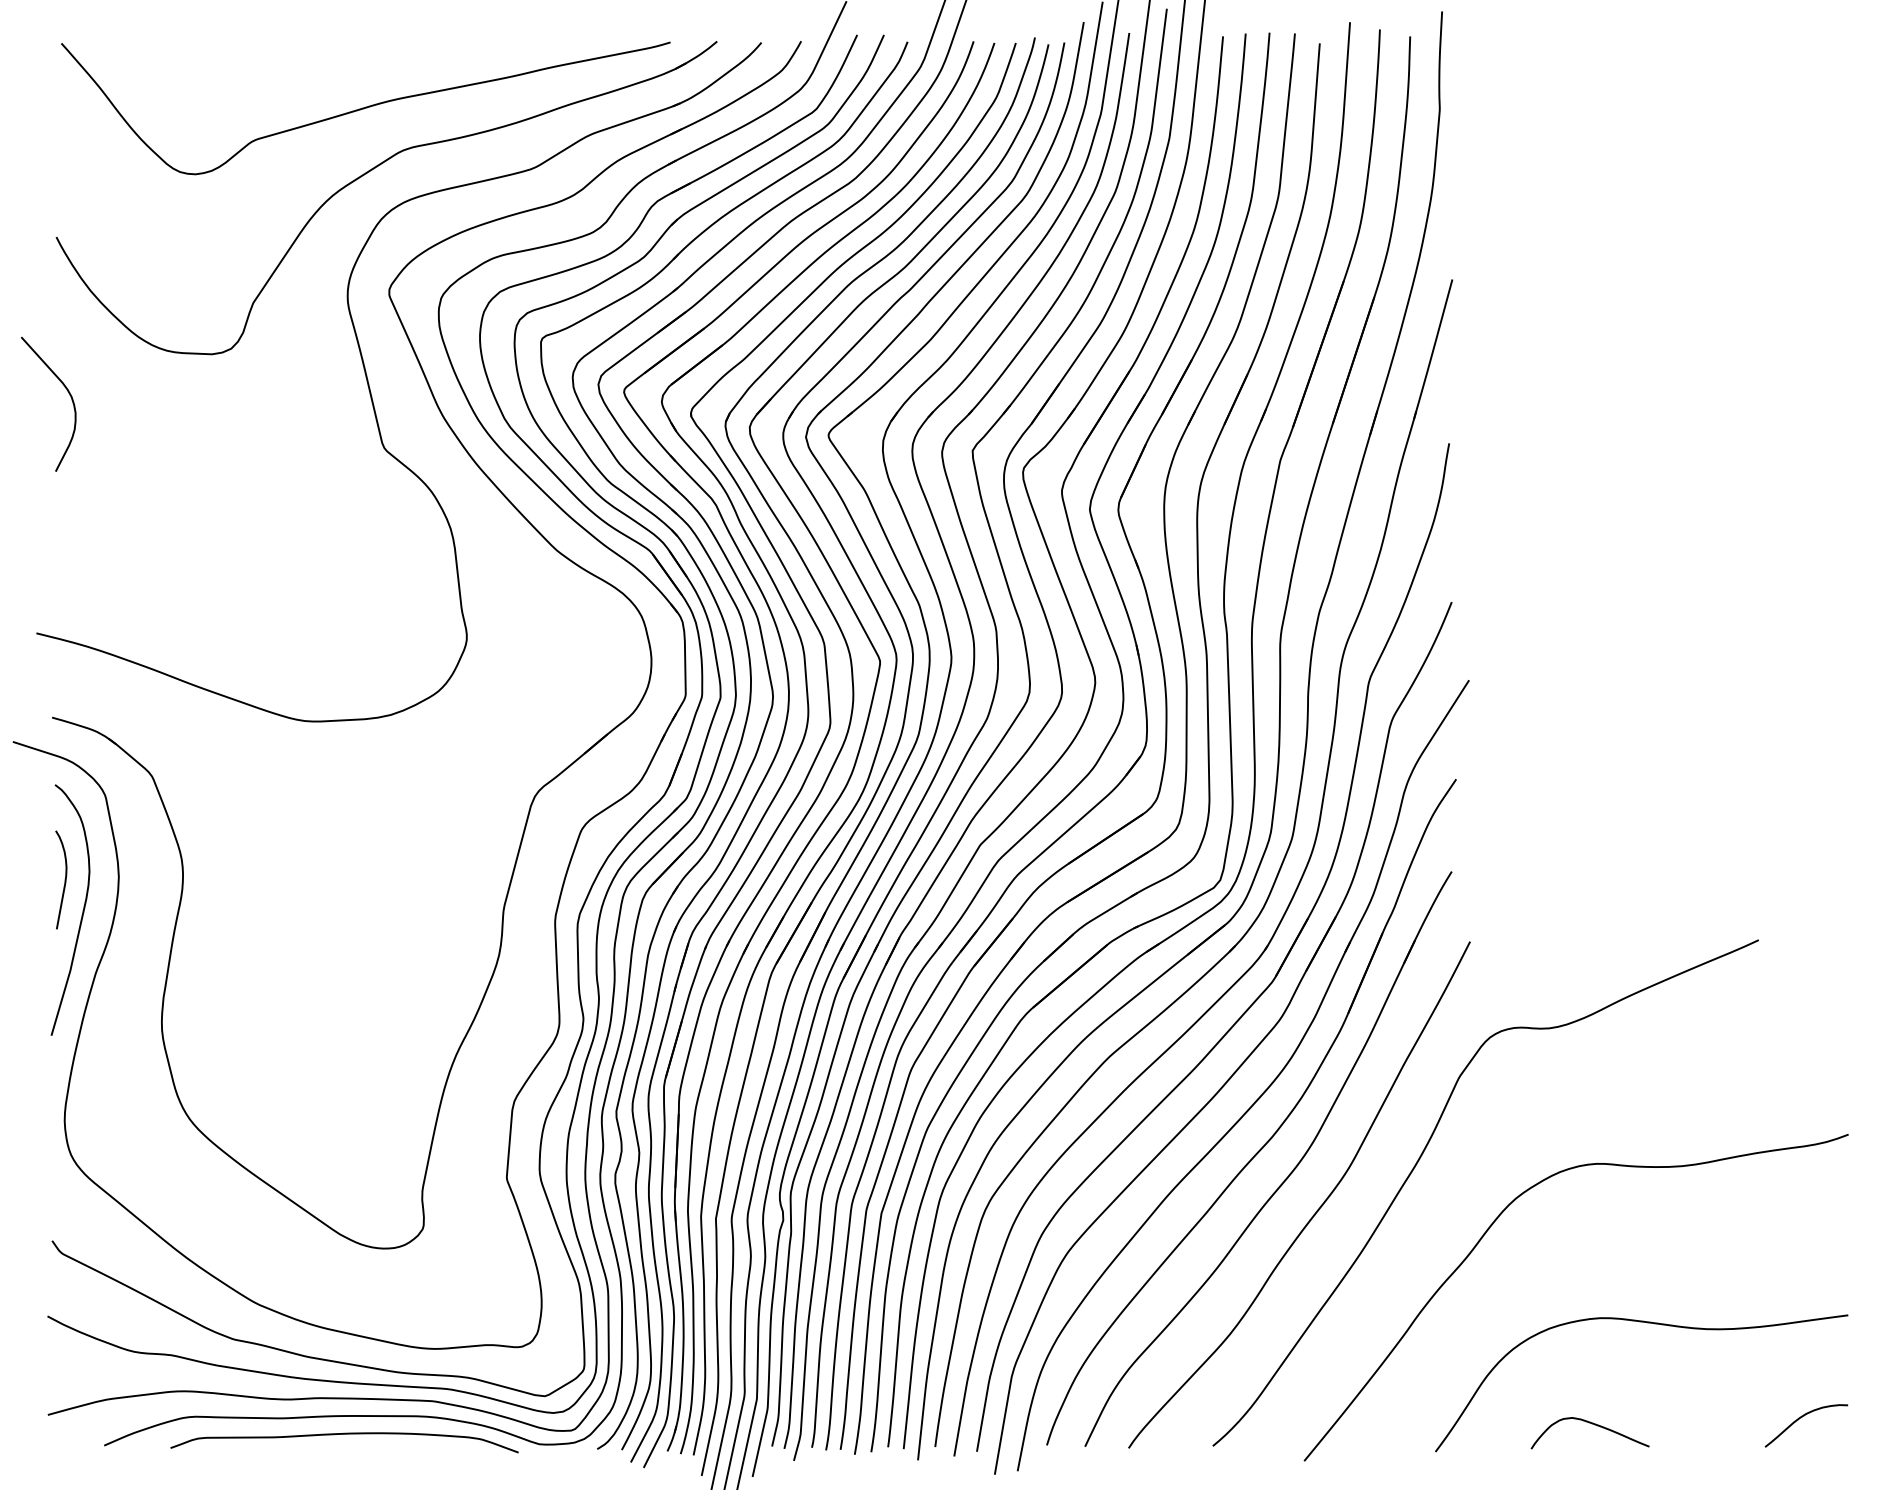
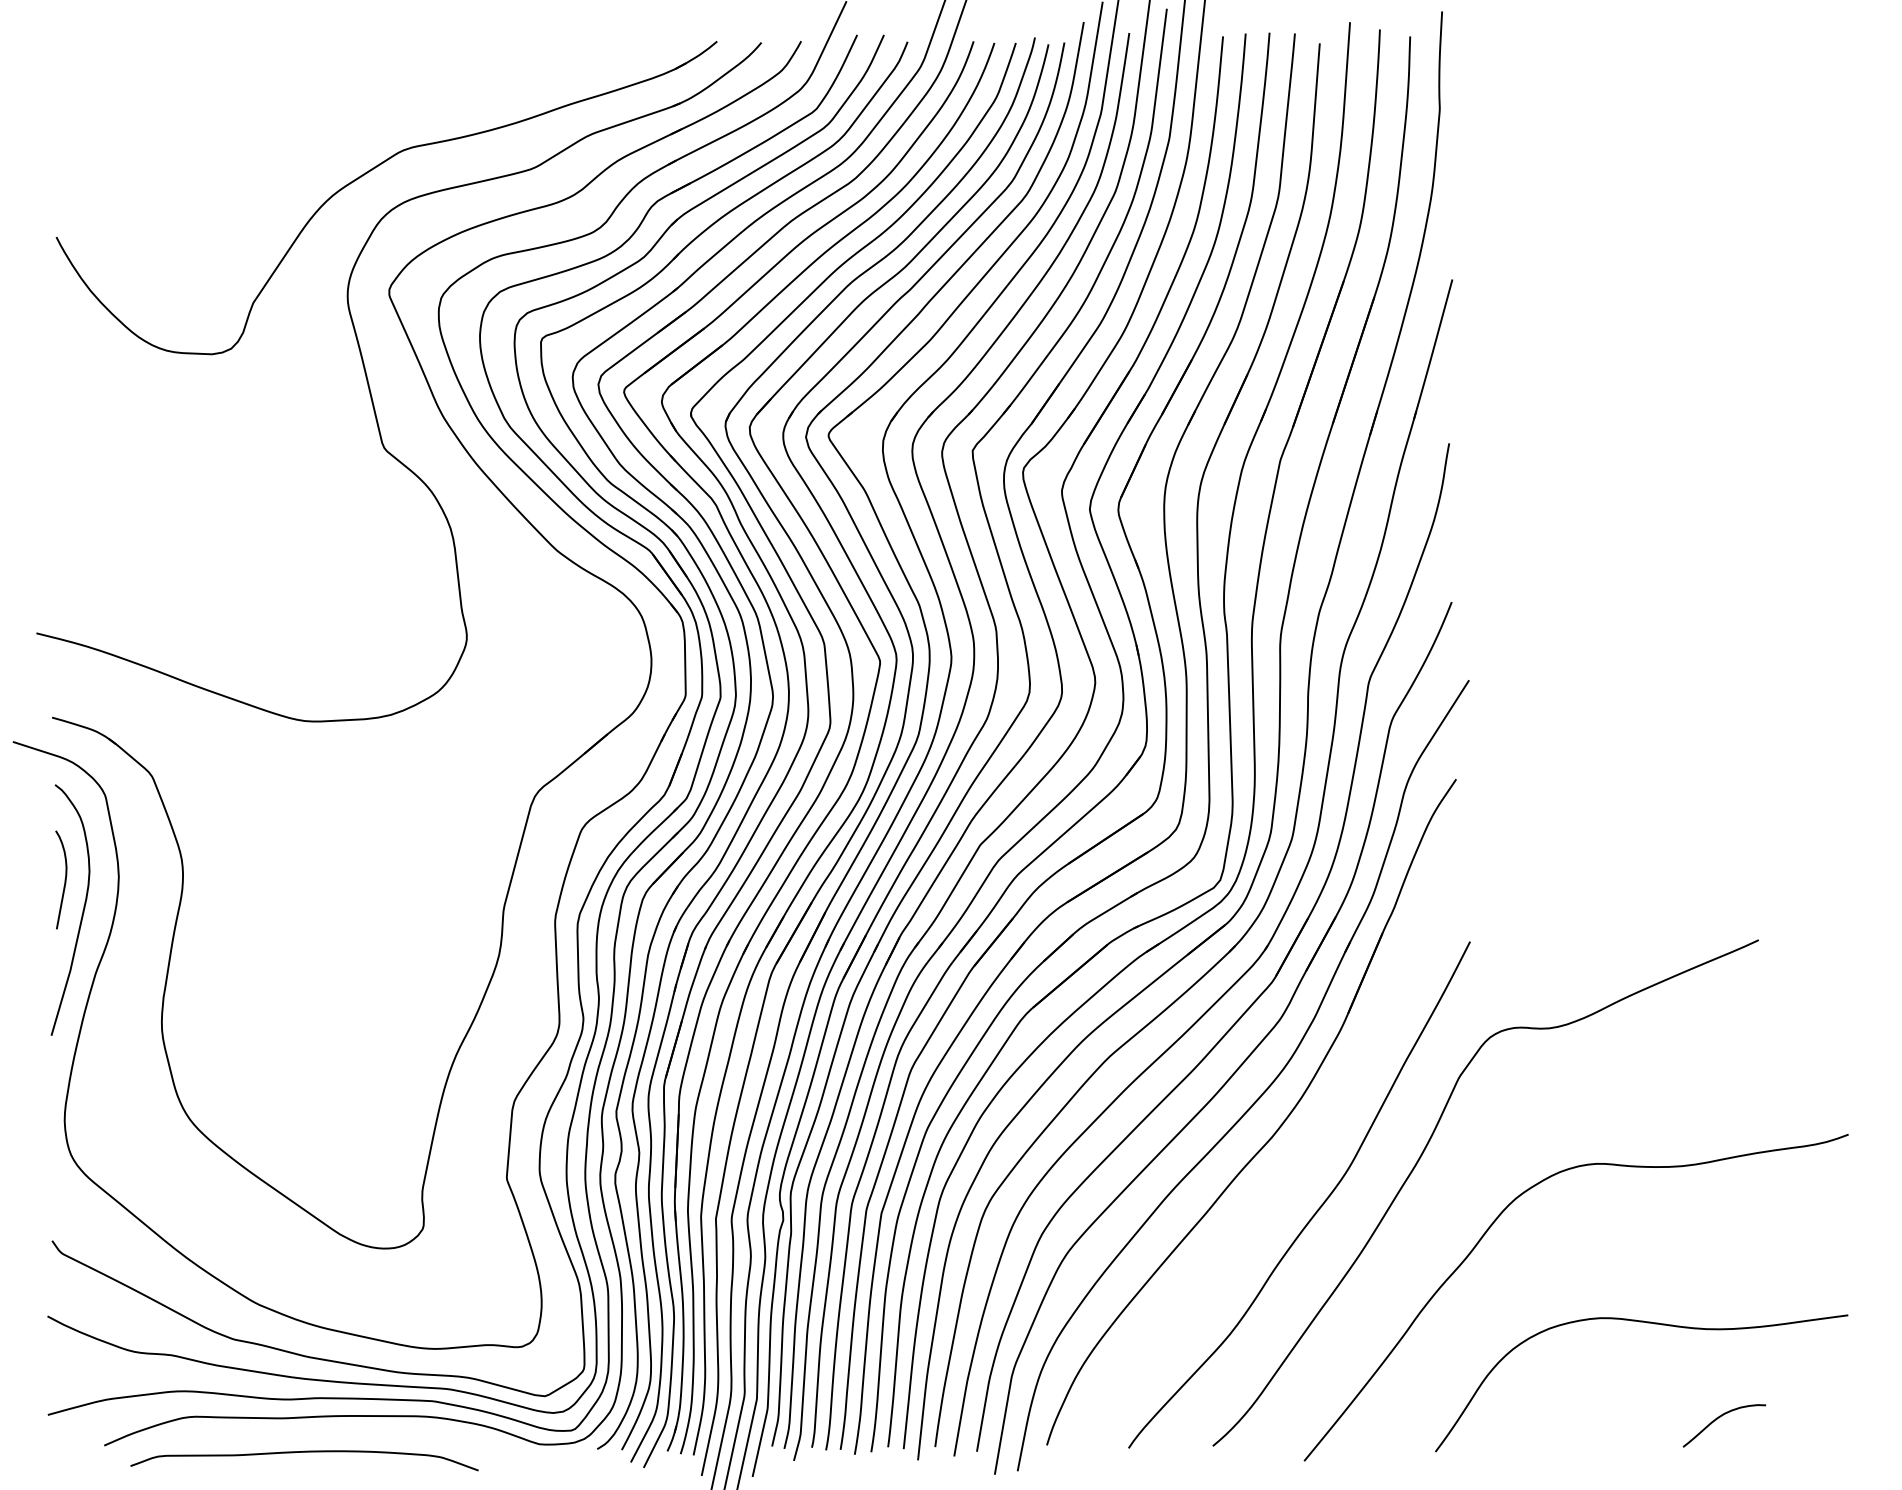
curve at (365, 108): present -> none
curve at (68, 393): present -> none
part at (1288, 1174): present -> none
curve at (1801, 1418) position: (1801, 1418) -> (1719, 1418)
curve at (1591, 1424): present -> none
curve at (344, 1434) position: (344, 1434) -> (304, 1452)
